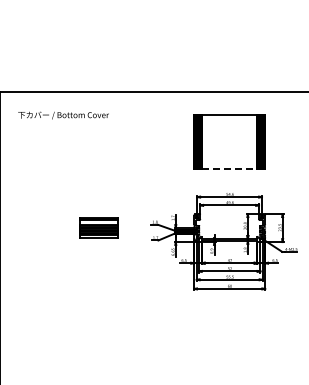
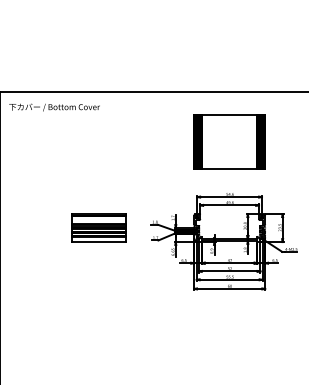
text at (63, 115) position: (63, 115) -> (54, 107)
line at (230, 169): dashed -> solid
part at (98, 227) size: 40x22 px -> 56x30 px
